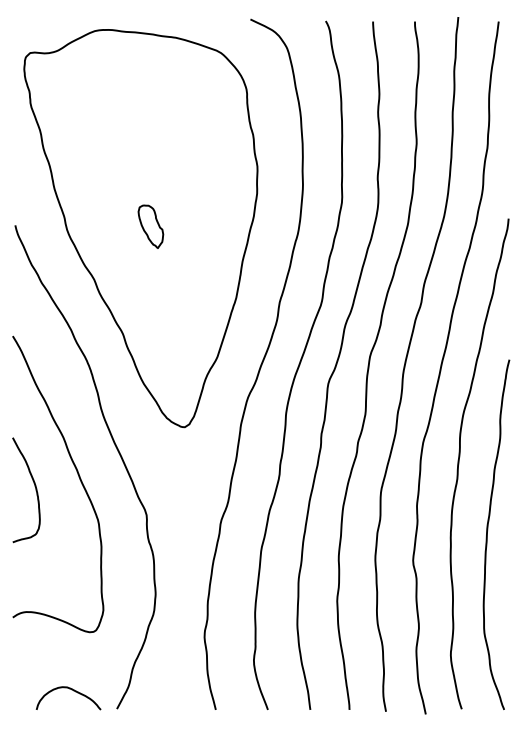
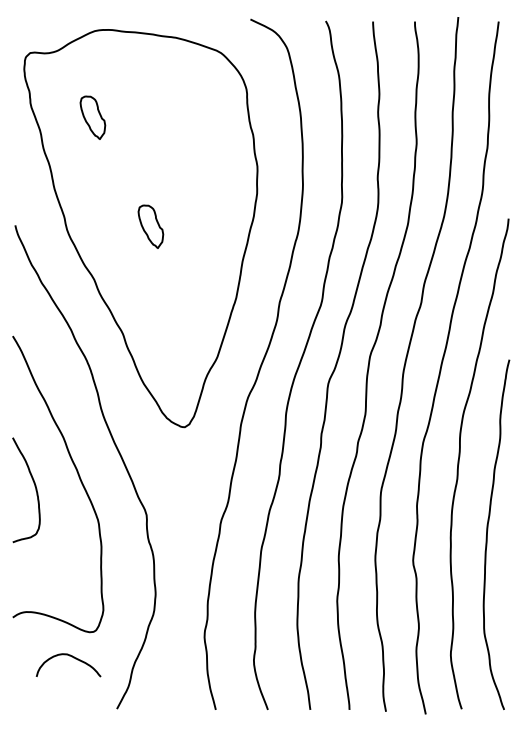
part at (92, 117): none -> present
curve at (71, 690) position: (71, 690) -> (71, 657)
